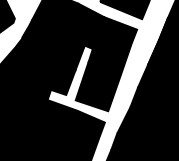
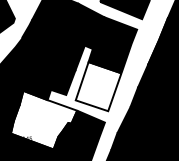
fill at (98, 86): present -> none
fill at (43, 119): present -> none
